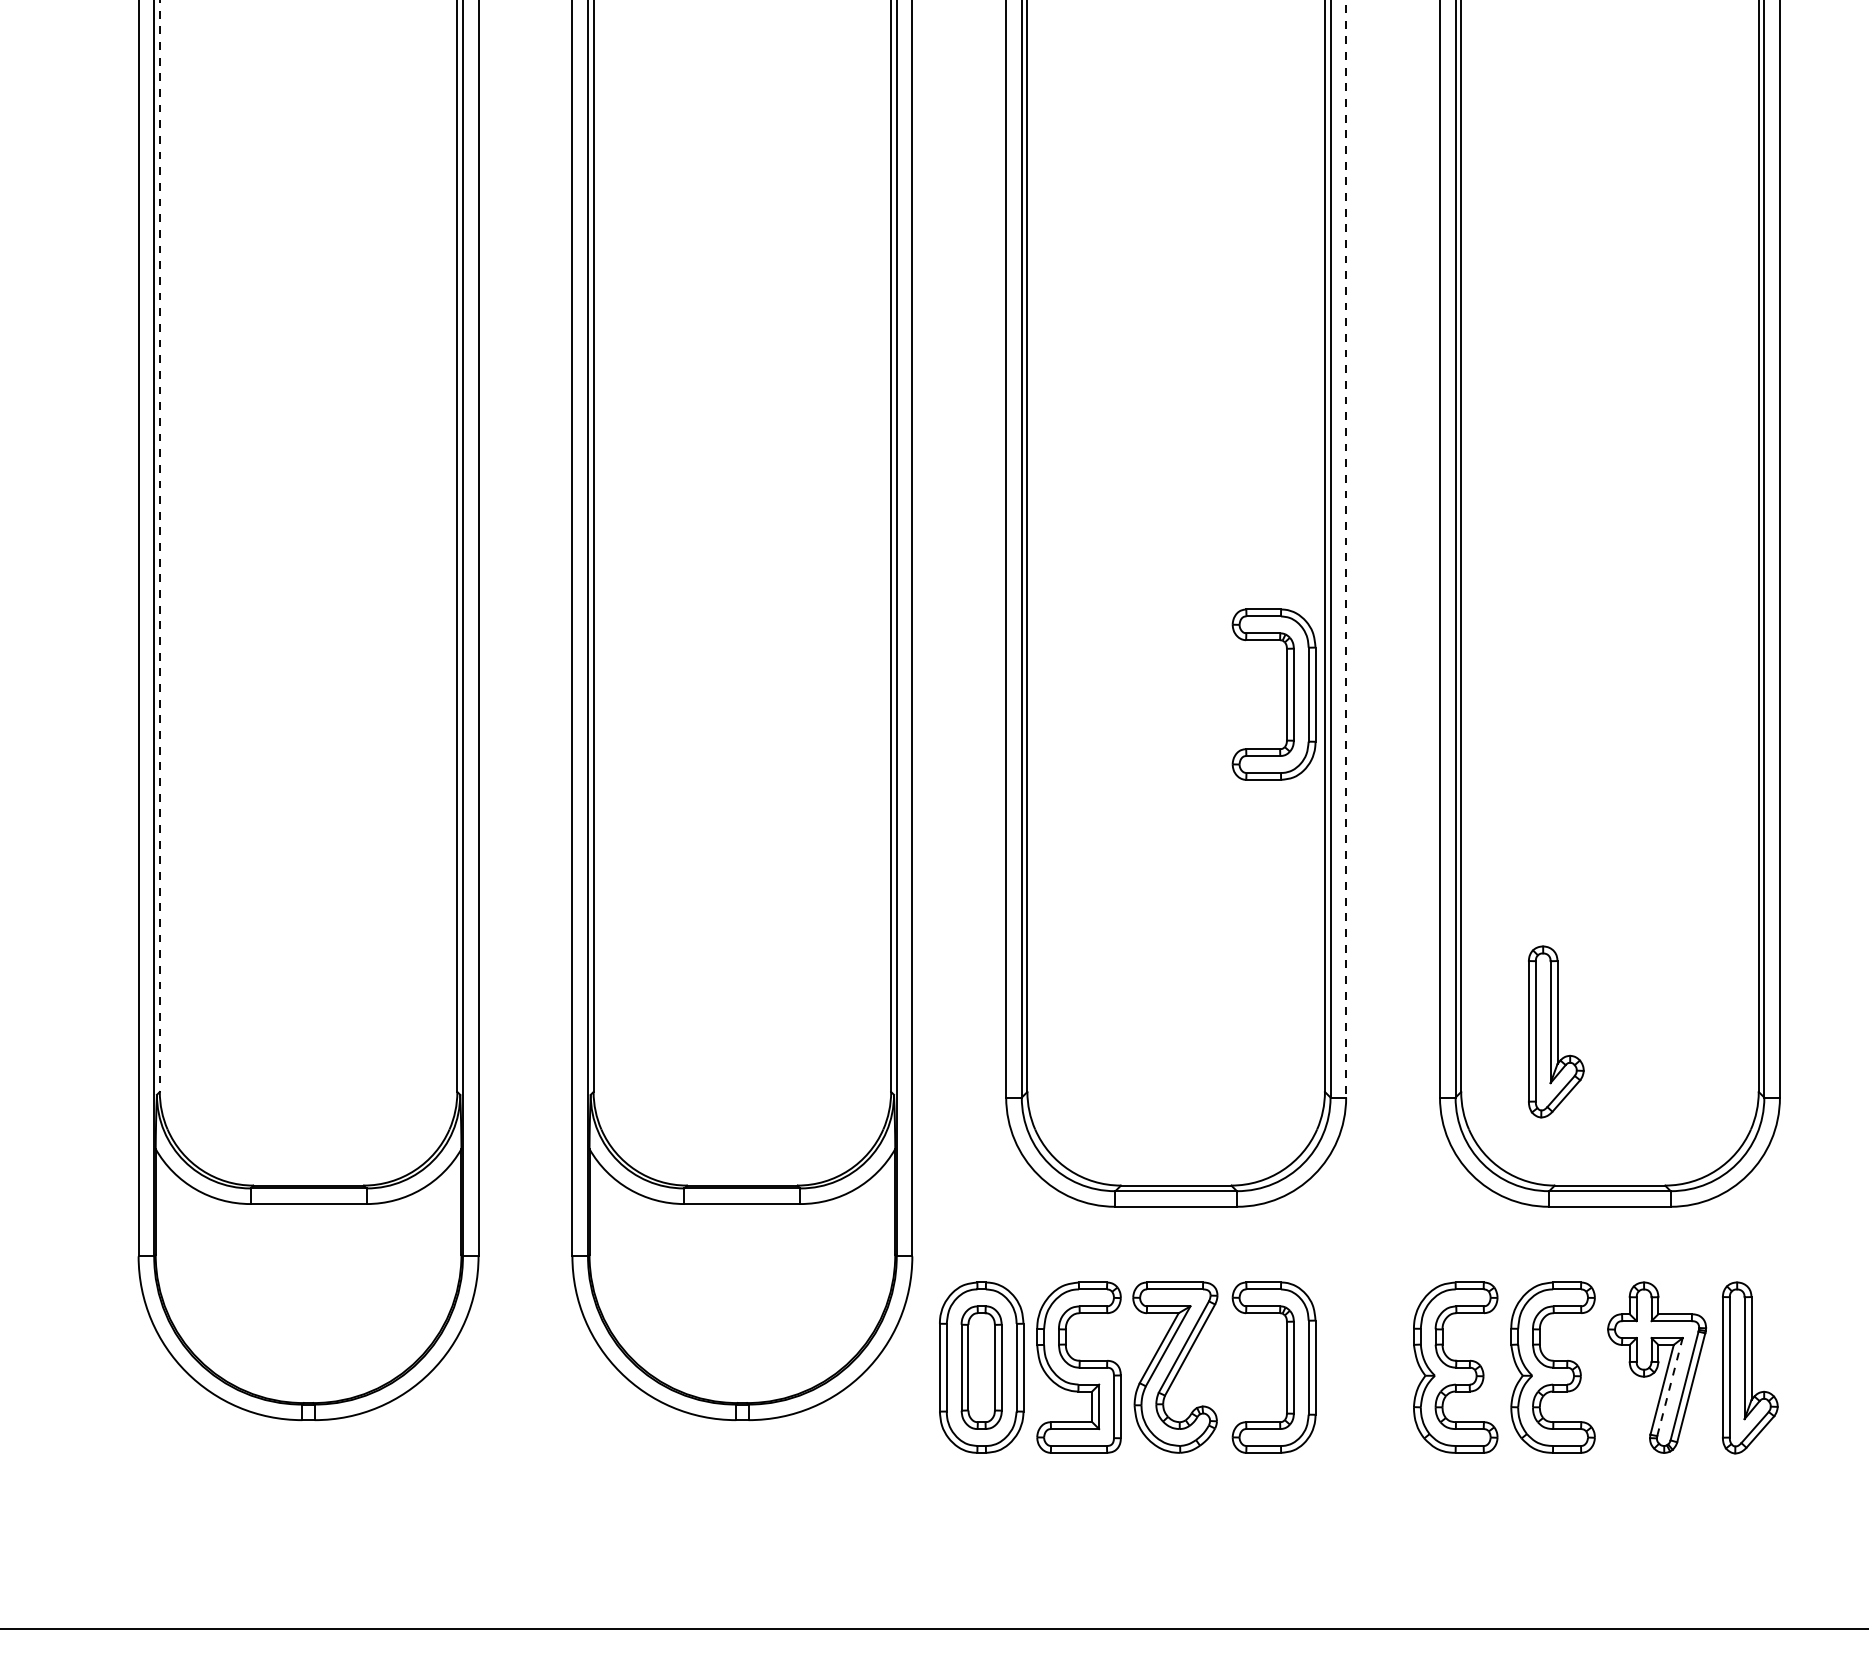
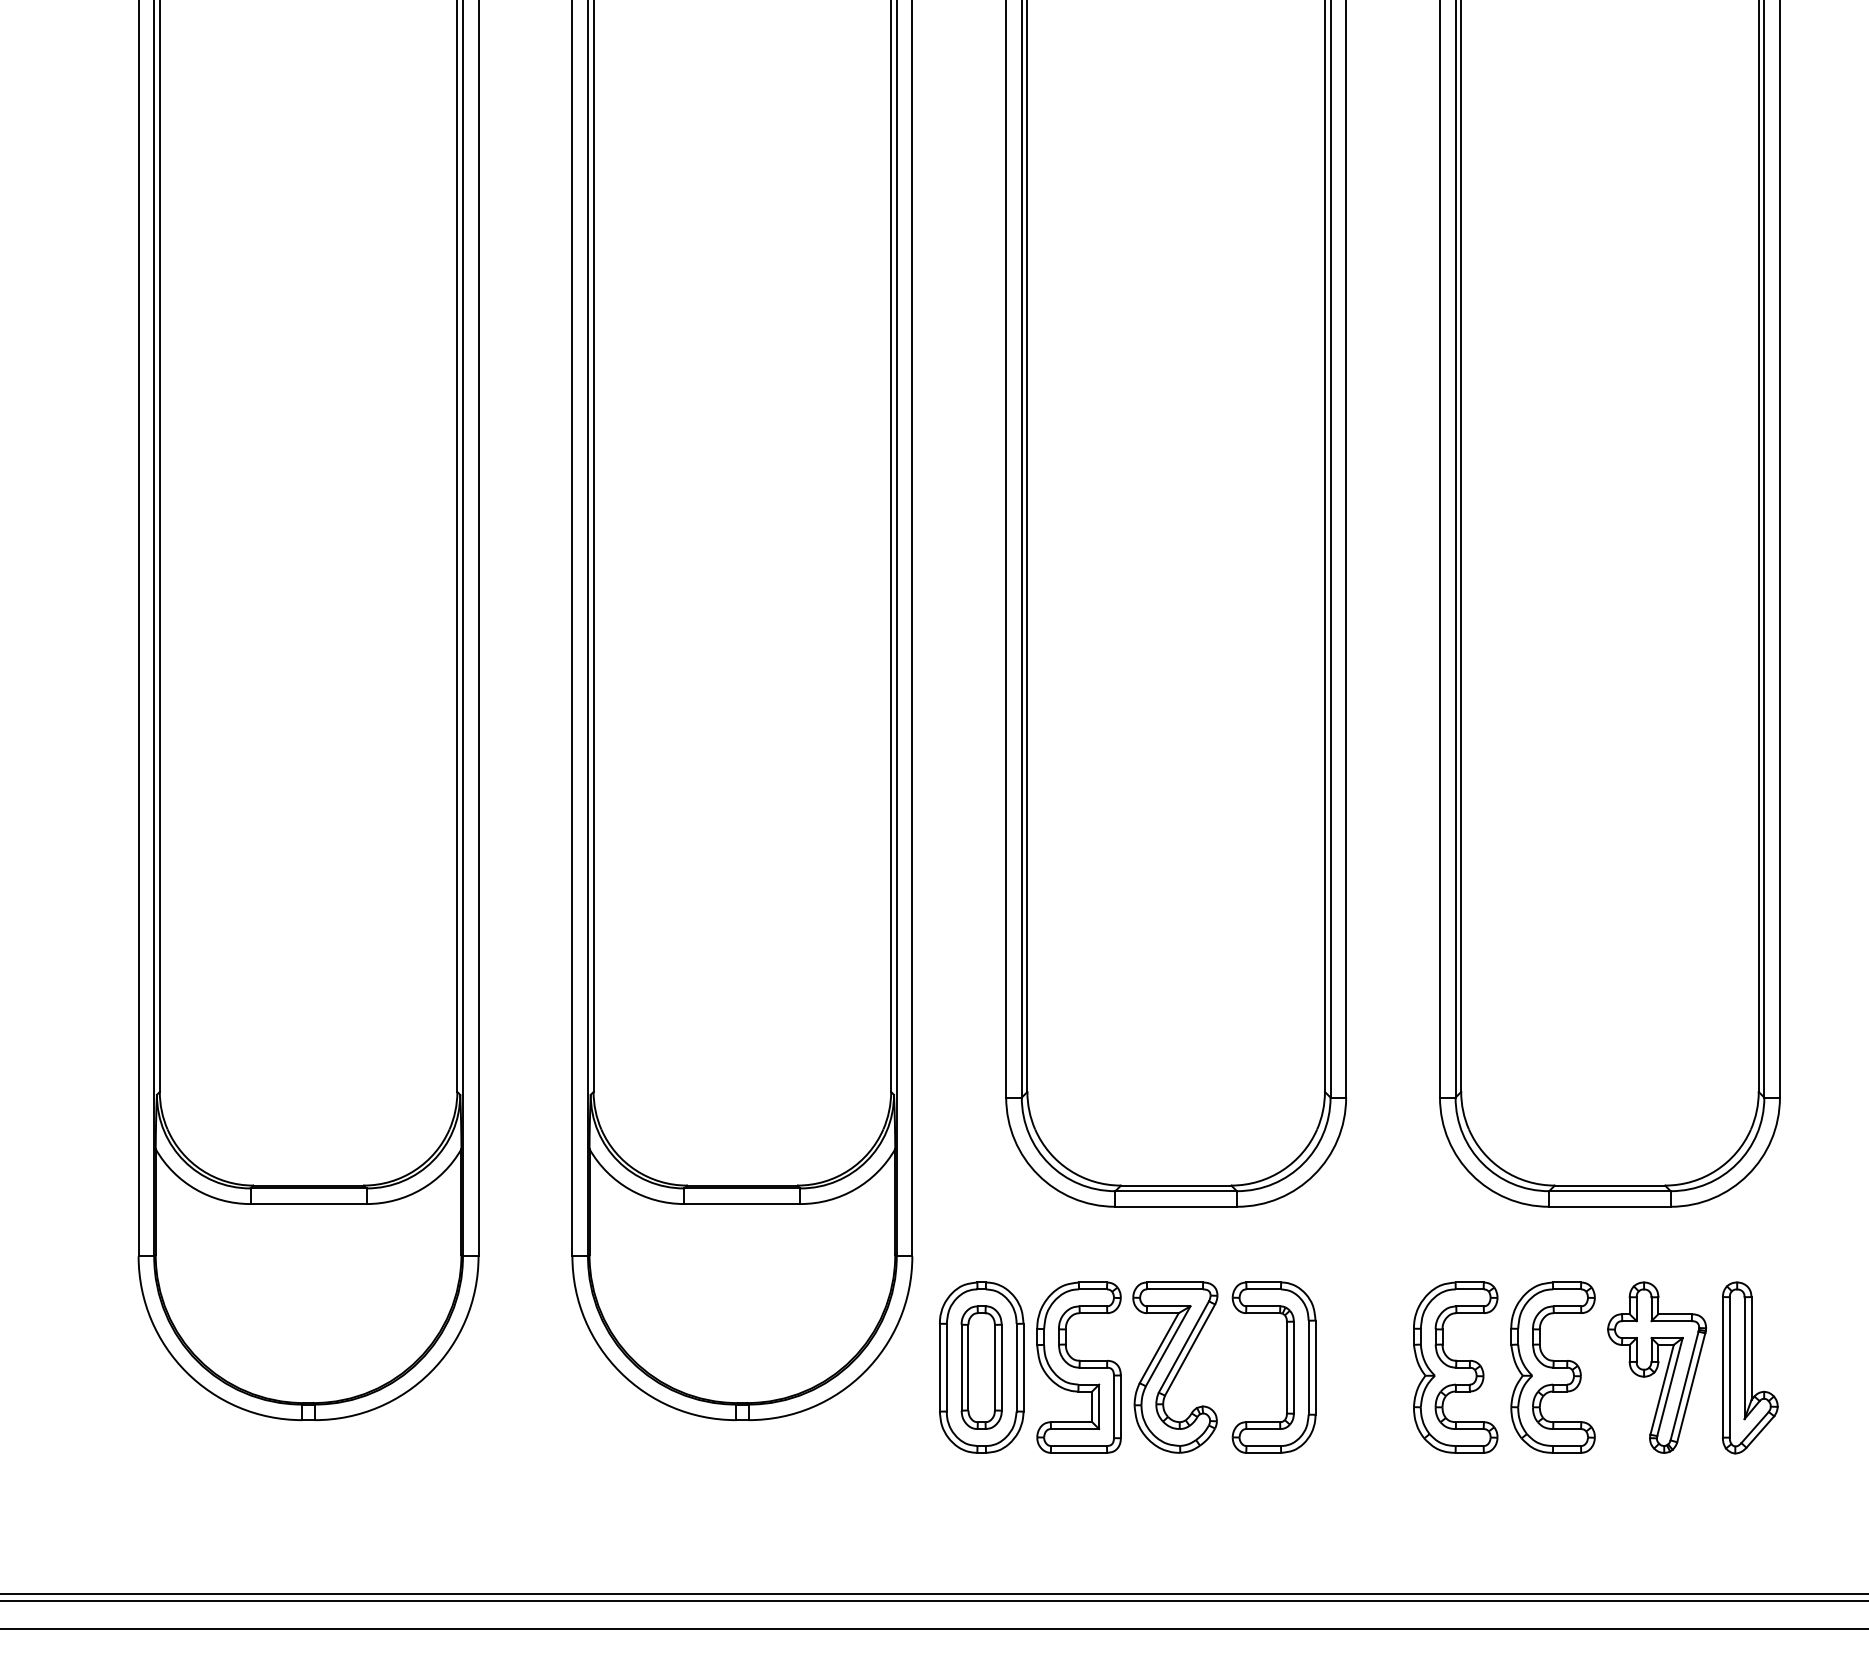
line at (159, 546): dashed -> solid
line at (1346, 549): dashed -> solid
part at (1286, 694): present -> none
part at (1556, 1031): present -> none
line at (1669, 1387): dashed -> solid
line at (933, 1593): none -> present
line at (933, 1600): none -> present
